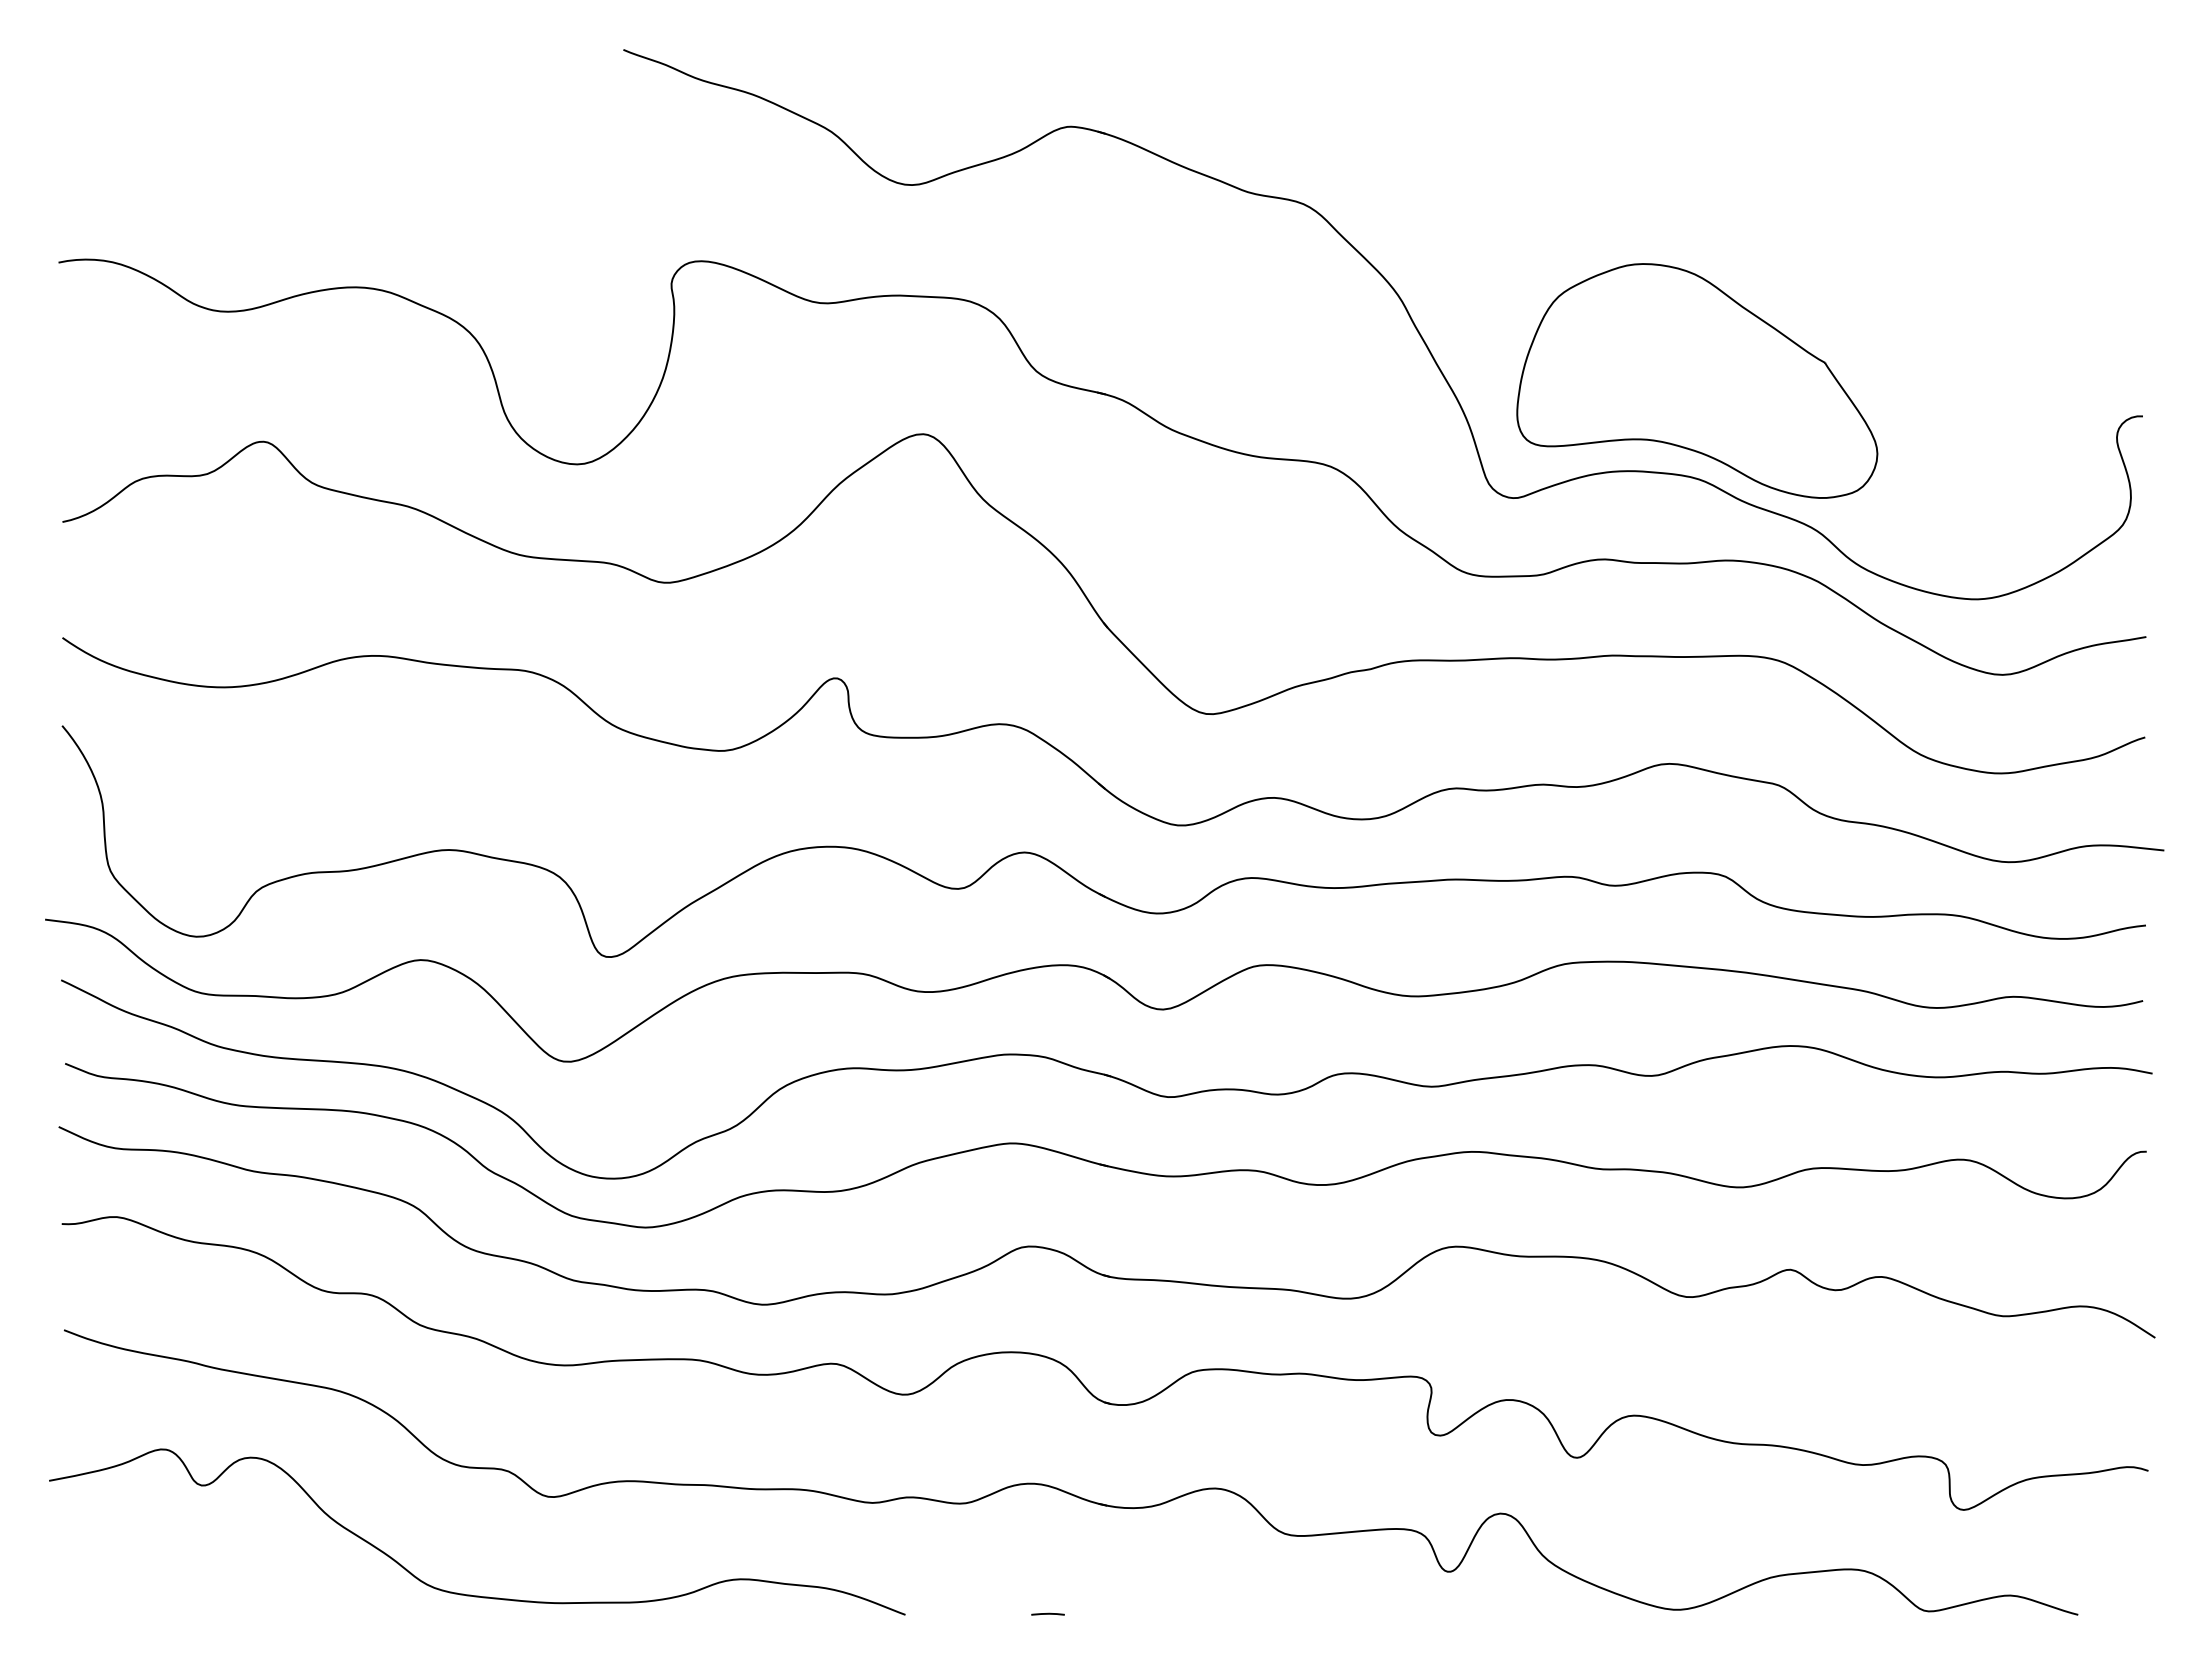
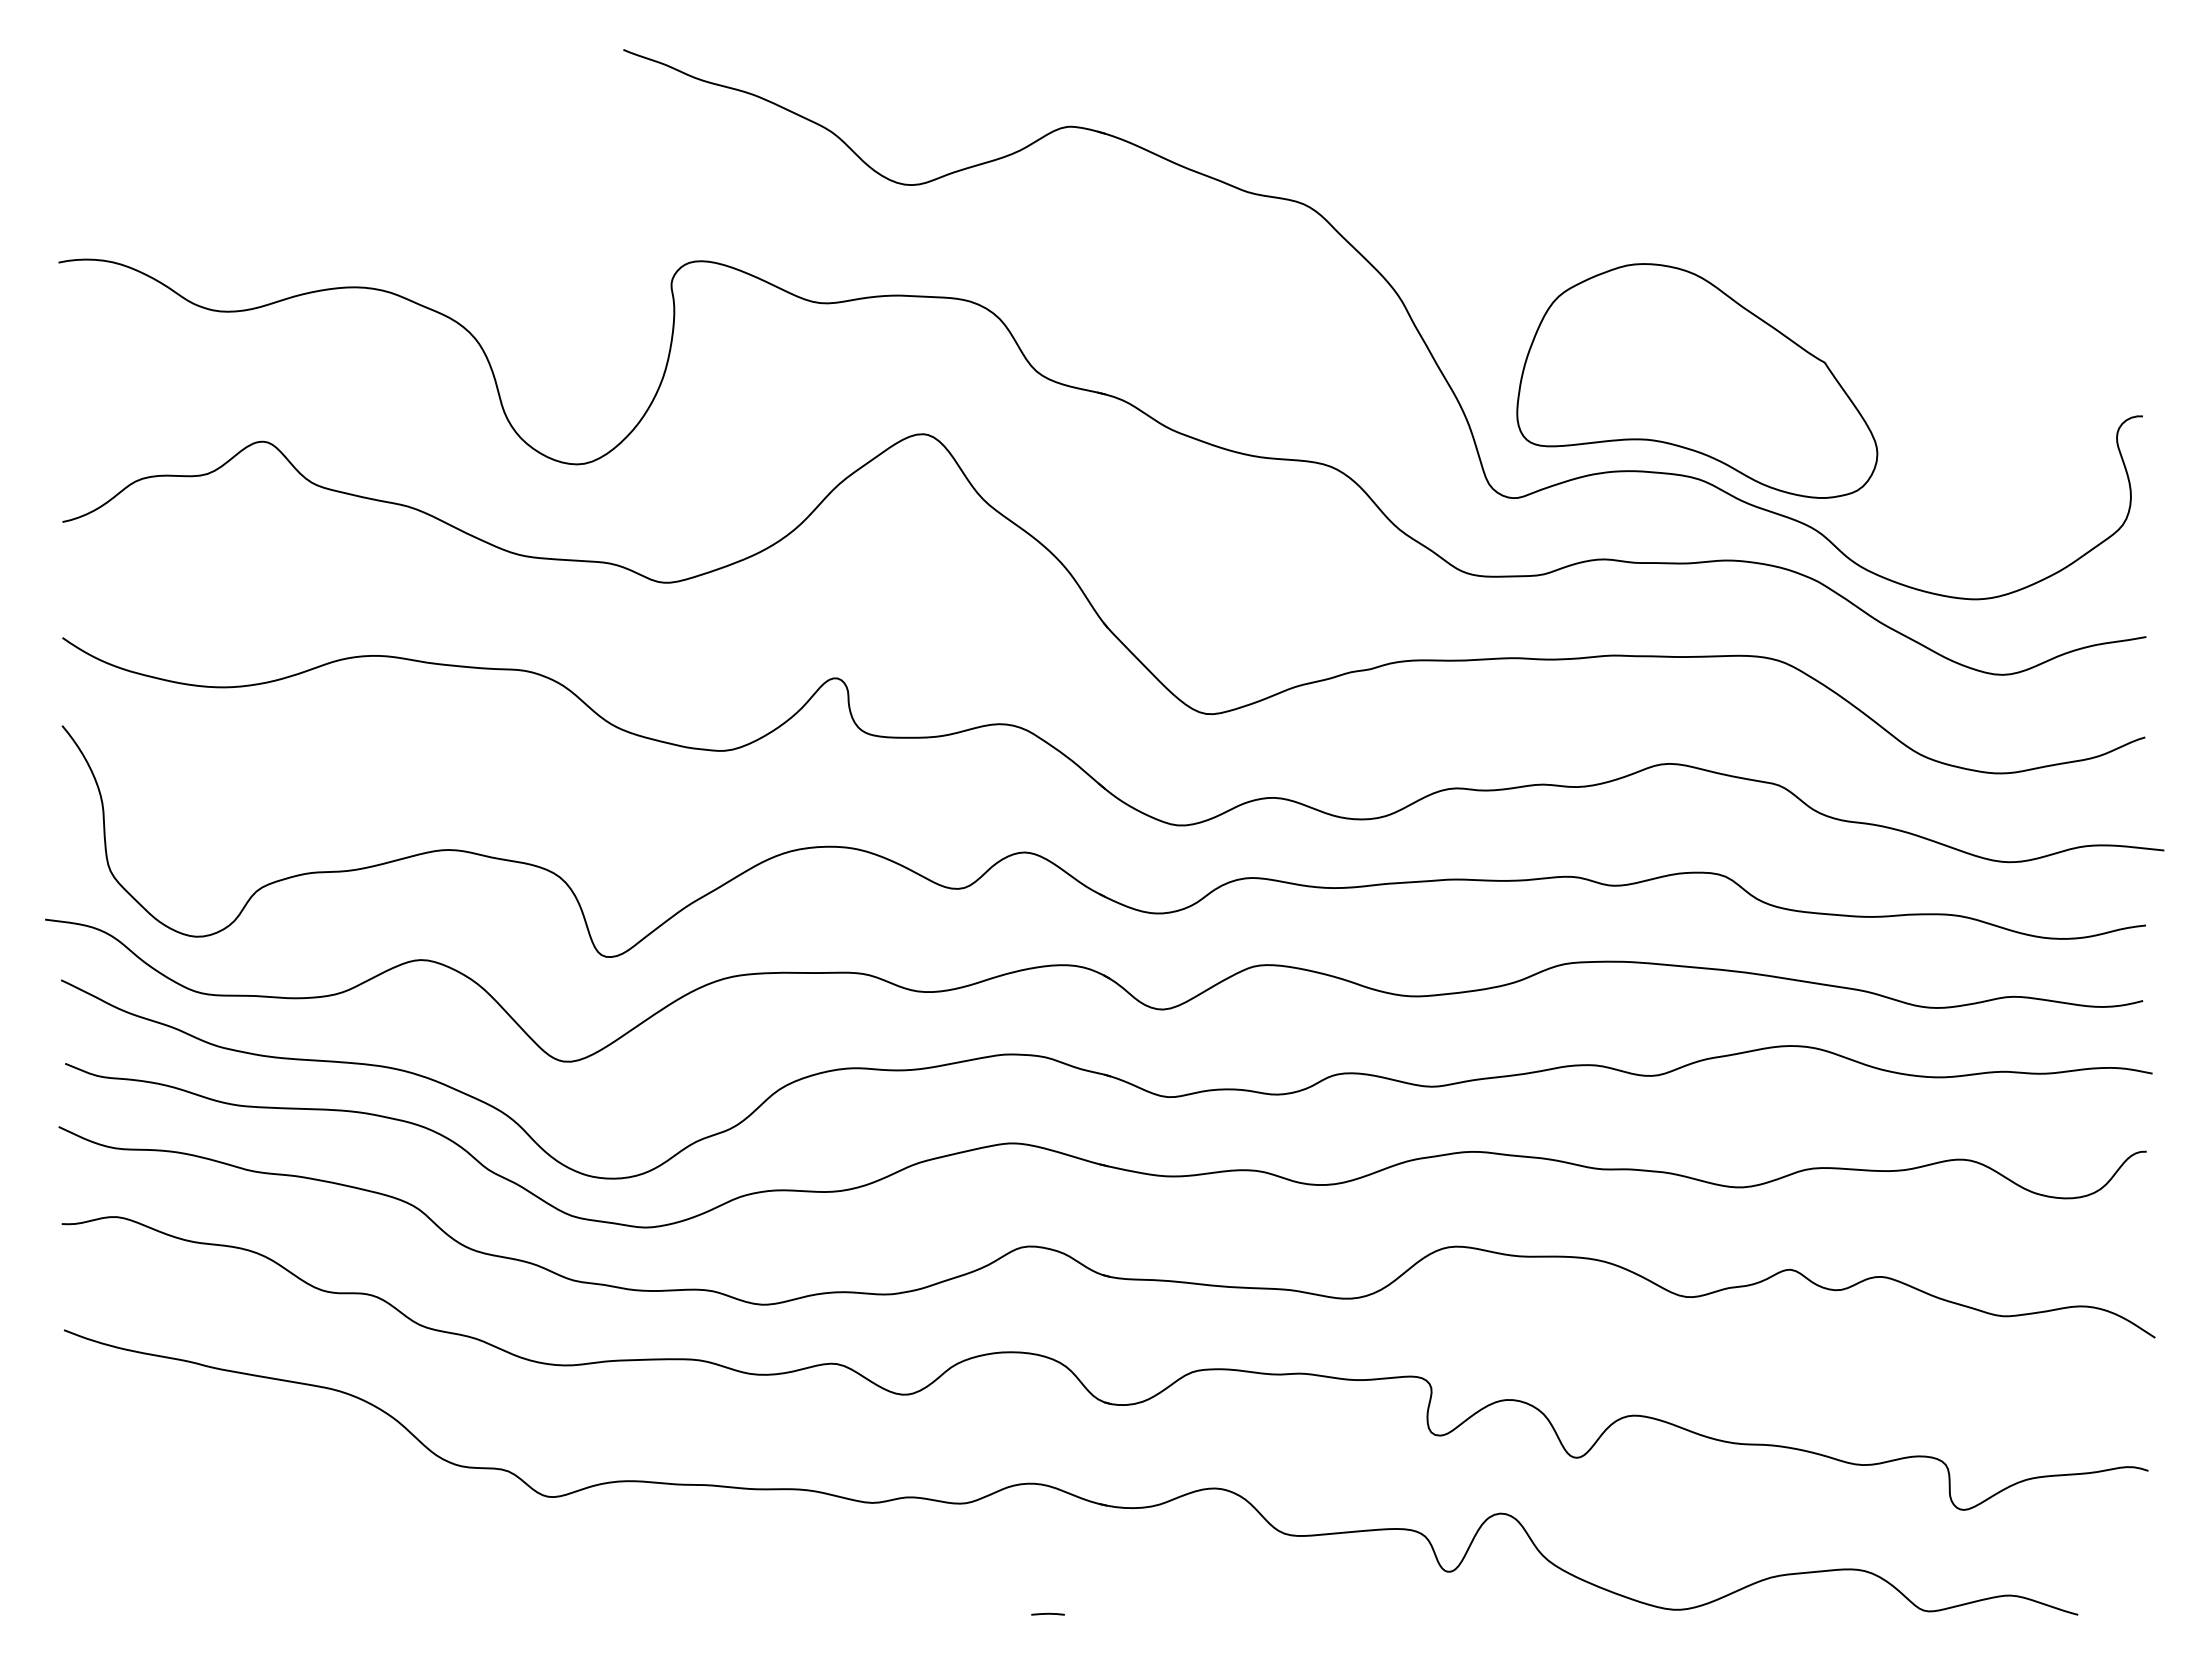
curve at (471, 1594): present -> none
